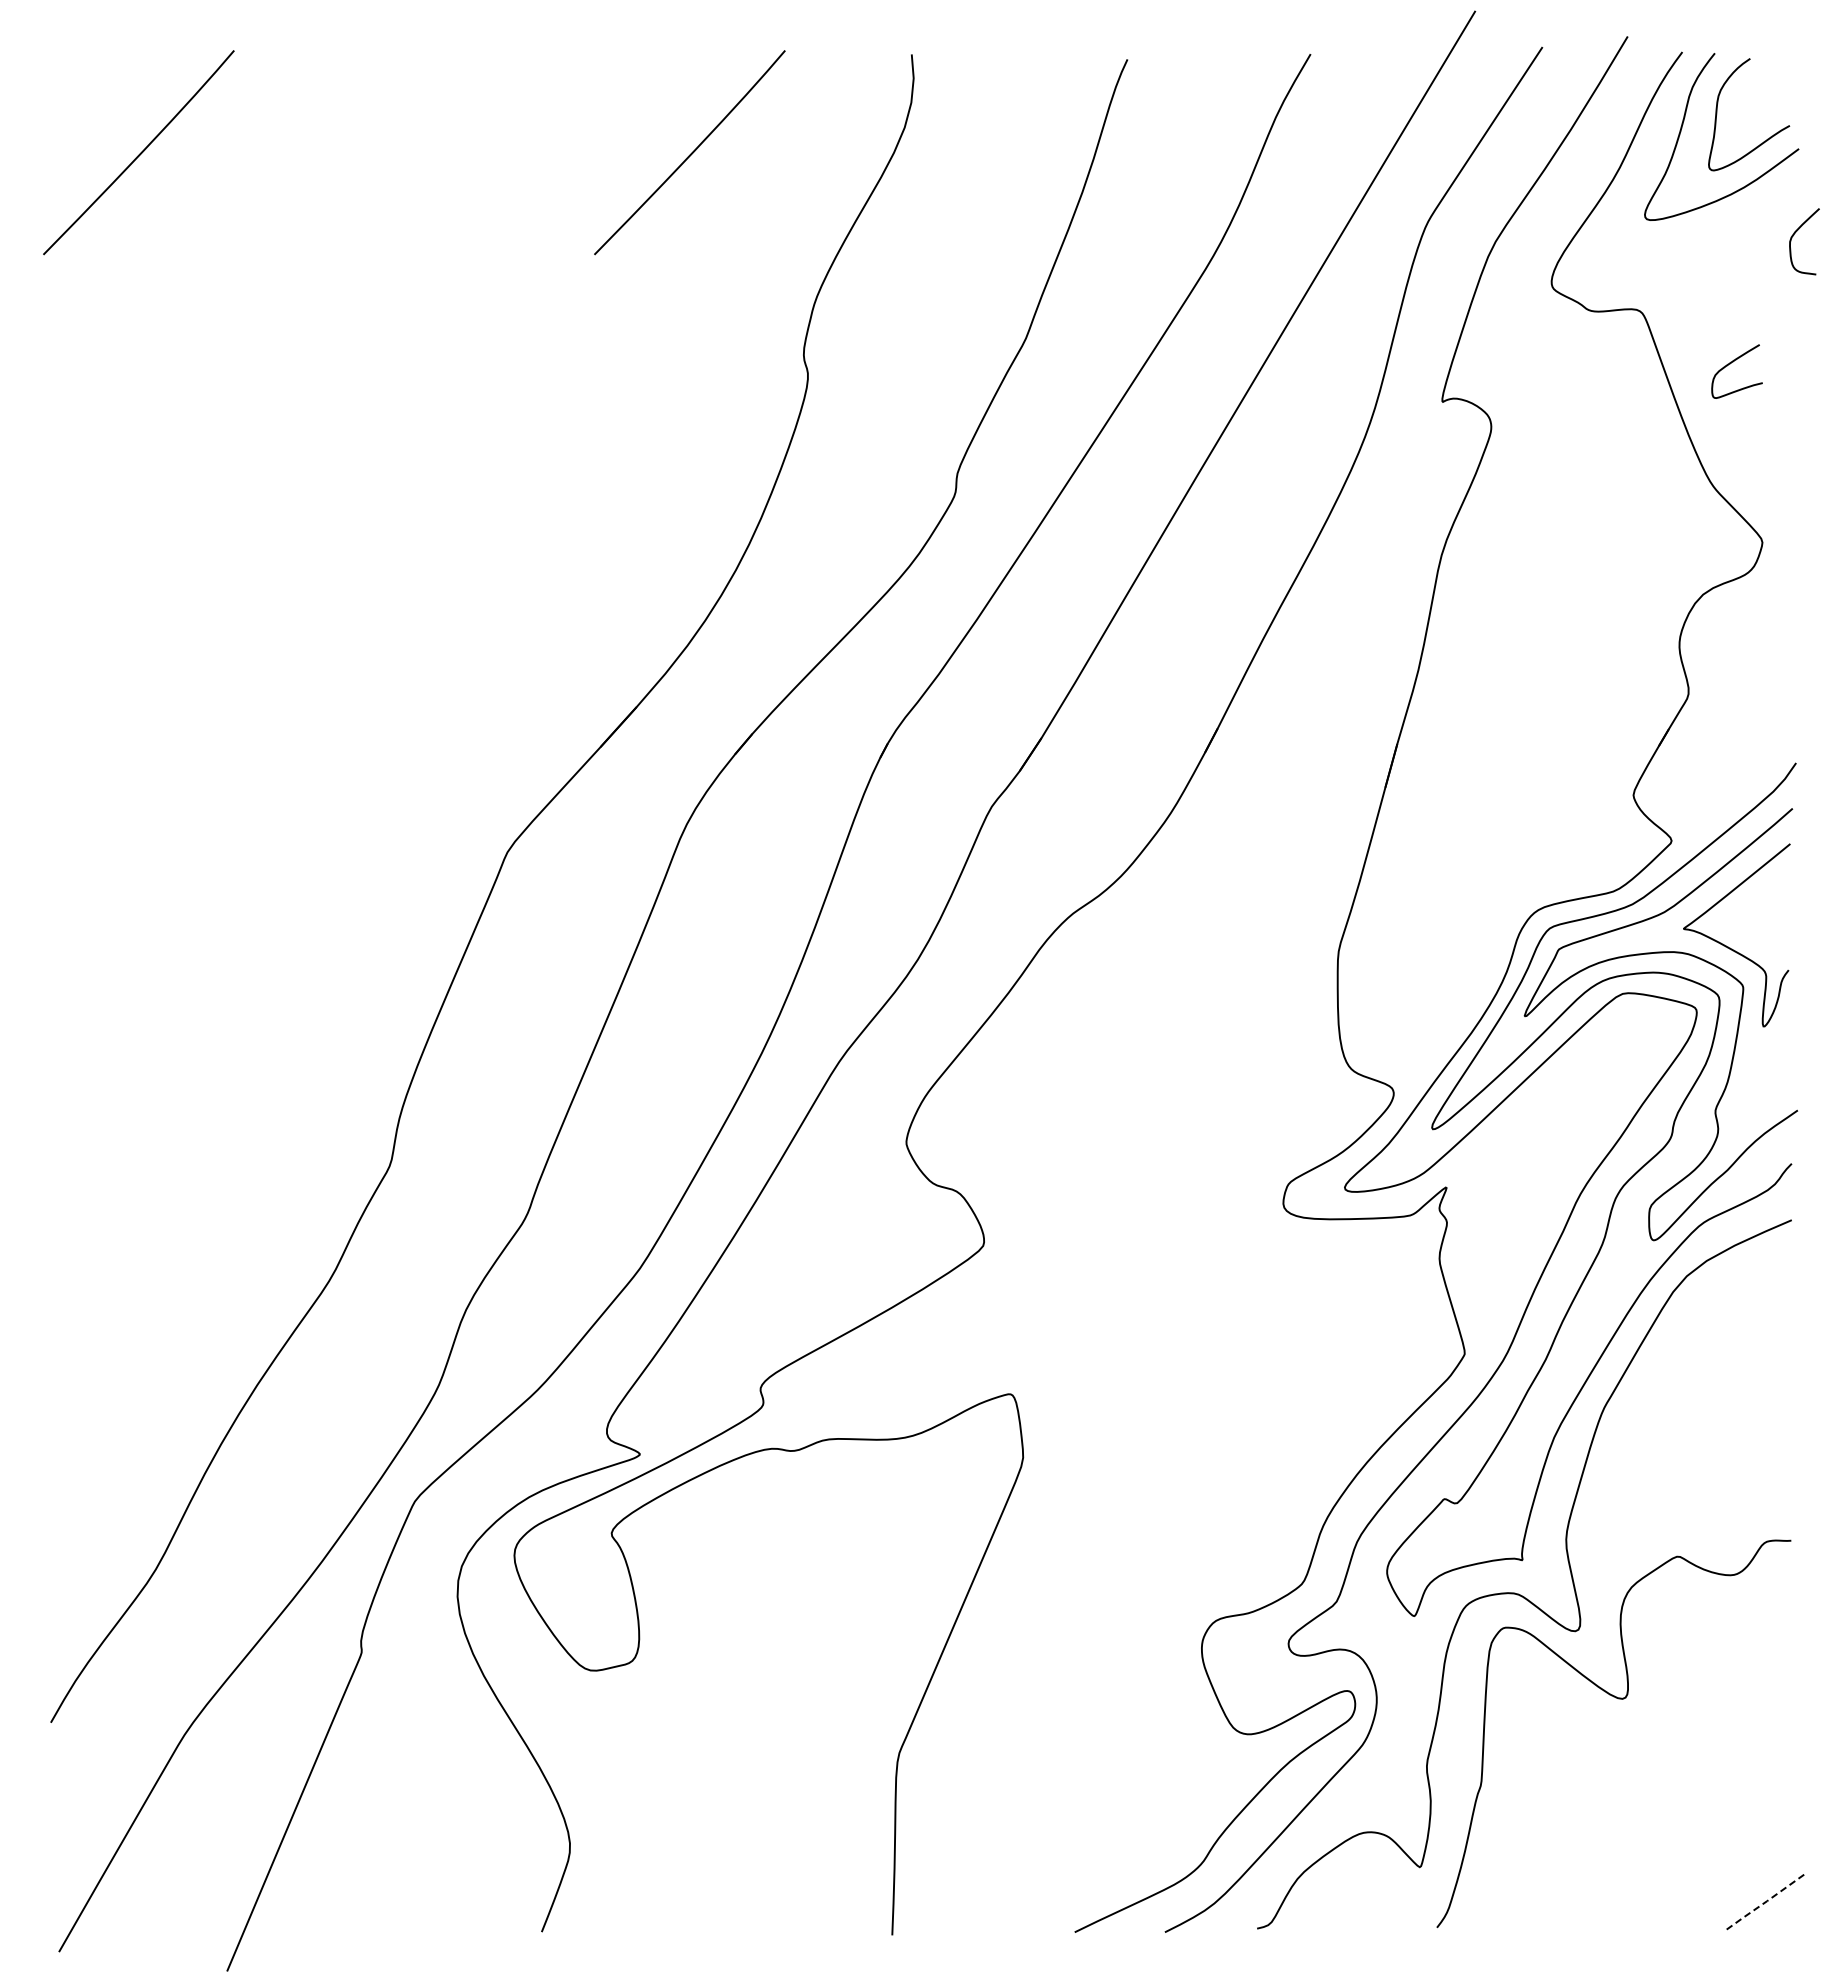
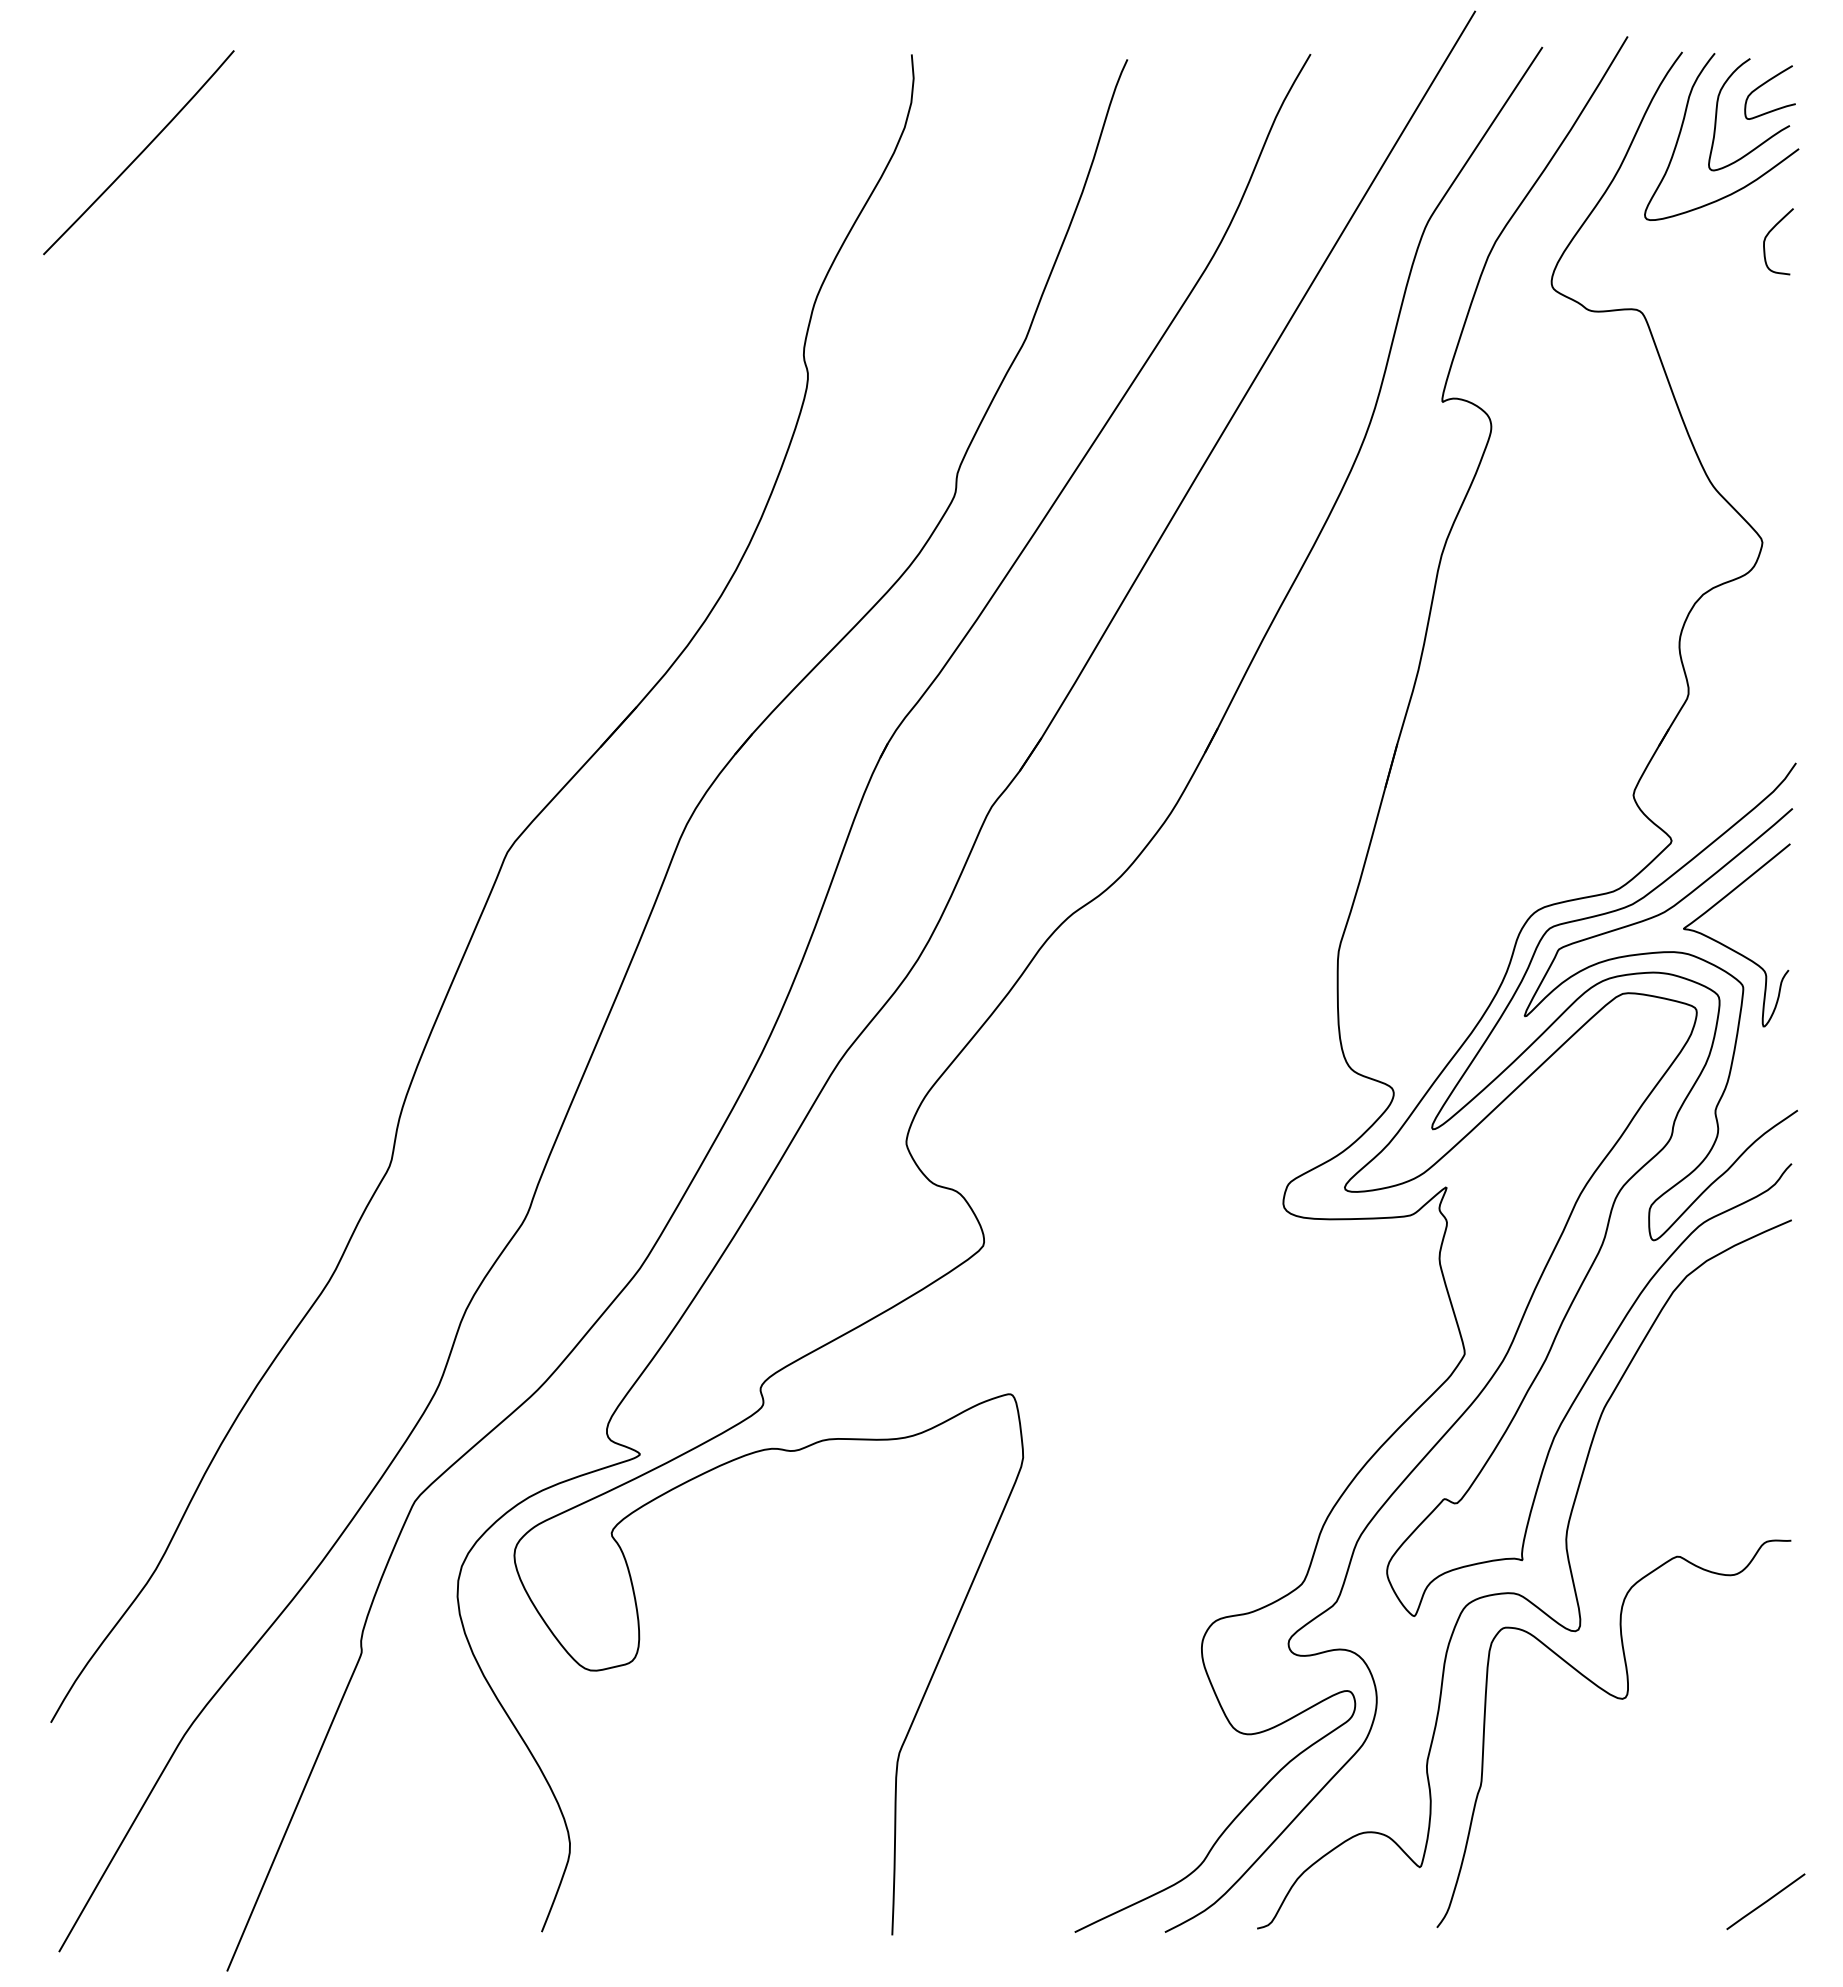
curve at (690, 153): present -> none
curve at (1794, 235) position: (1794, 235) -> (1768, 235)
curve at (1730, 364) position: (1730, 364) -> (1763, 85)
line at (1766, 1901): dashed -> solid
